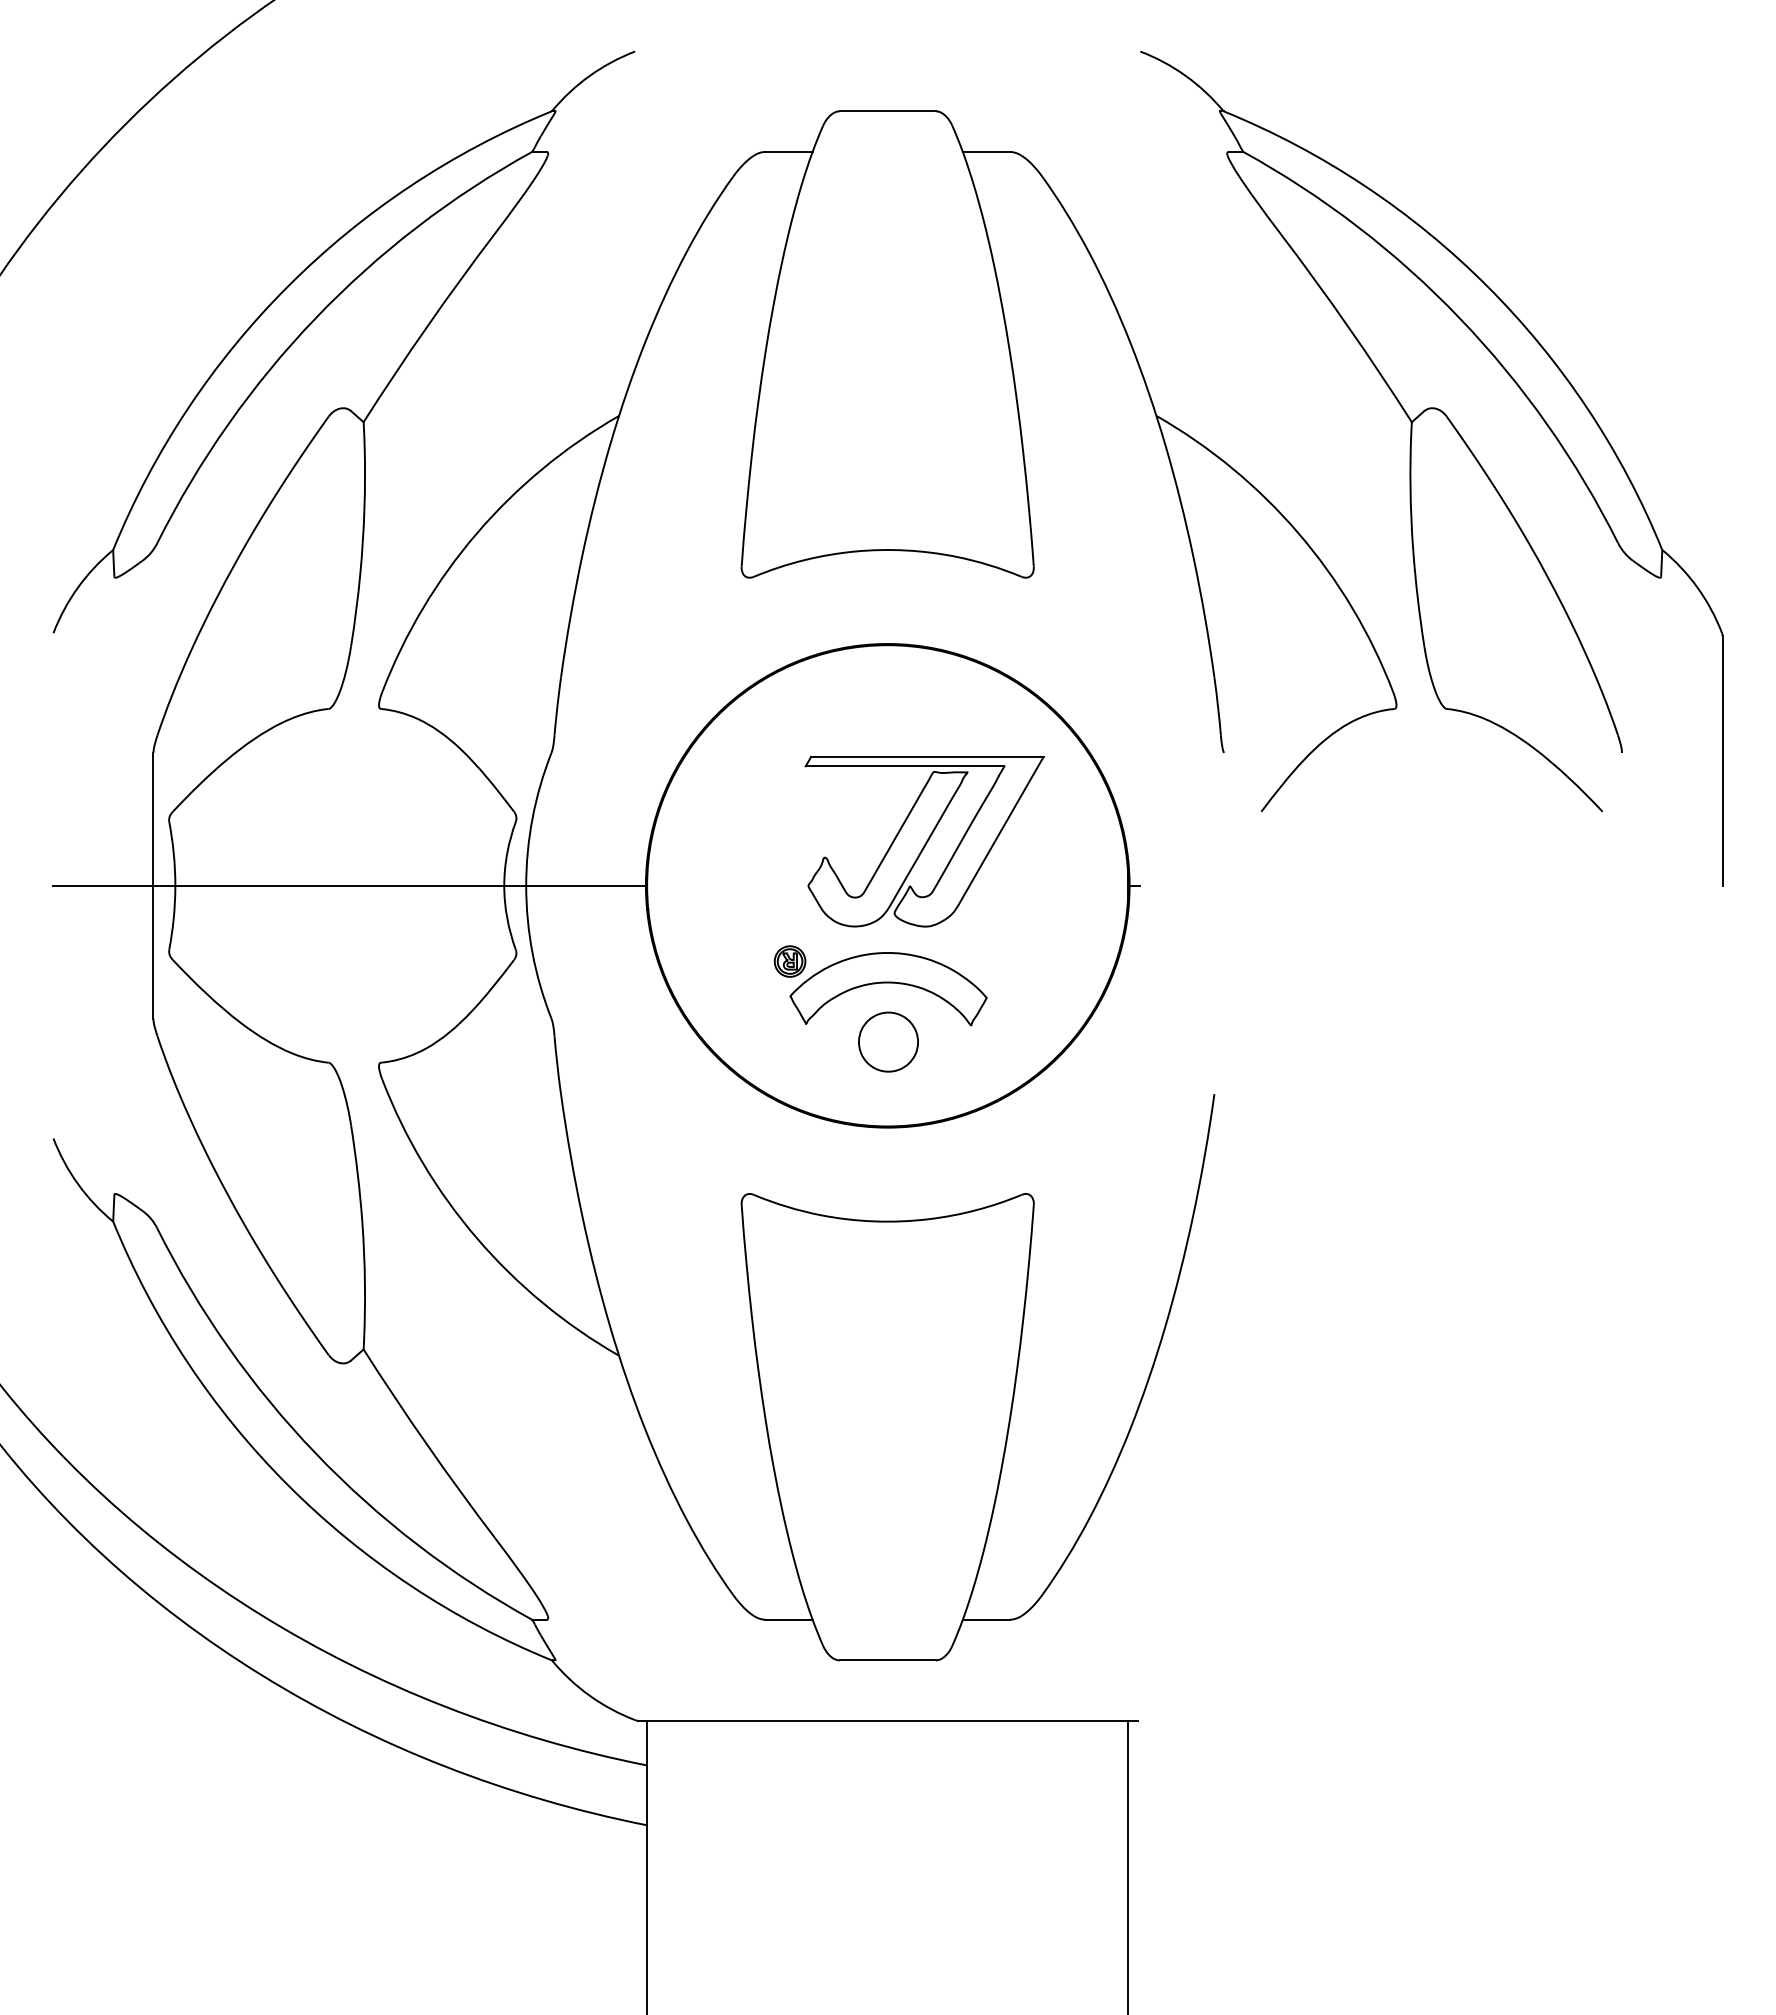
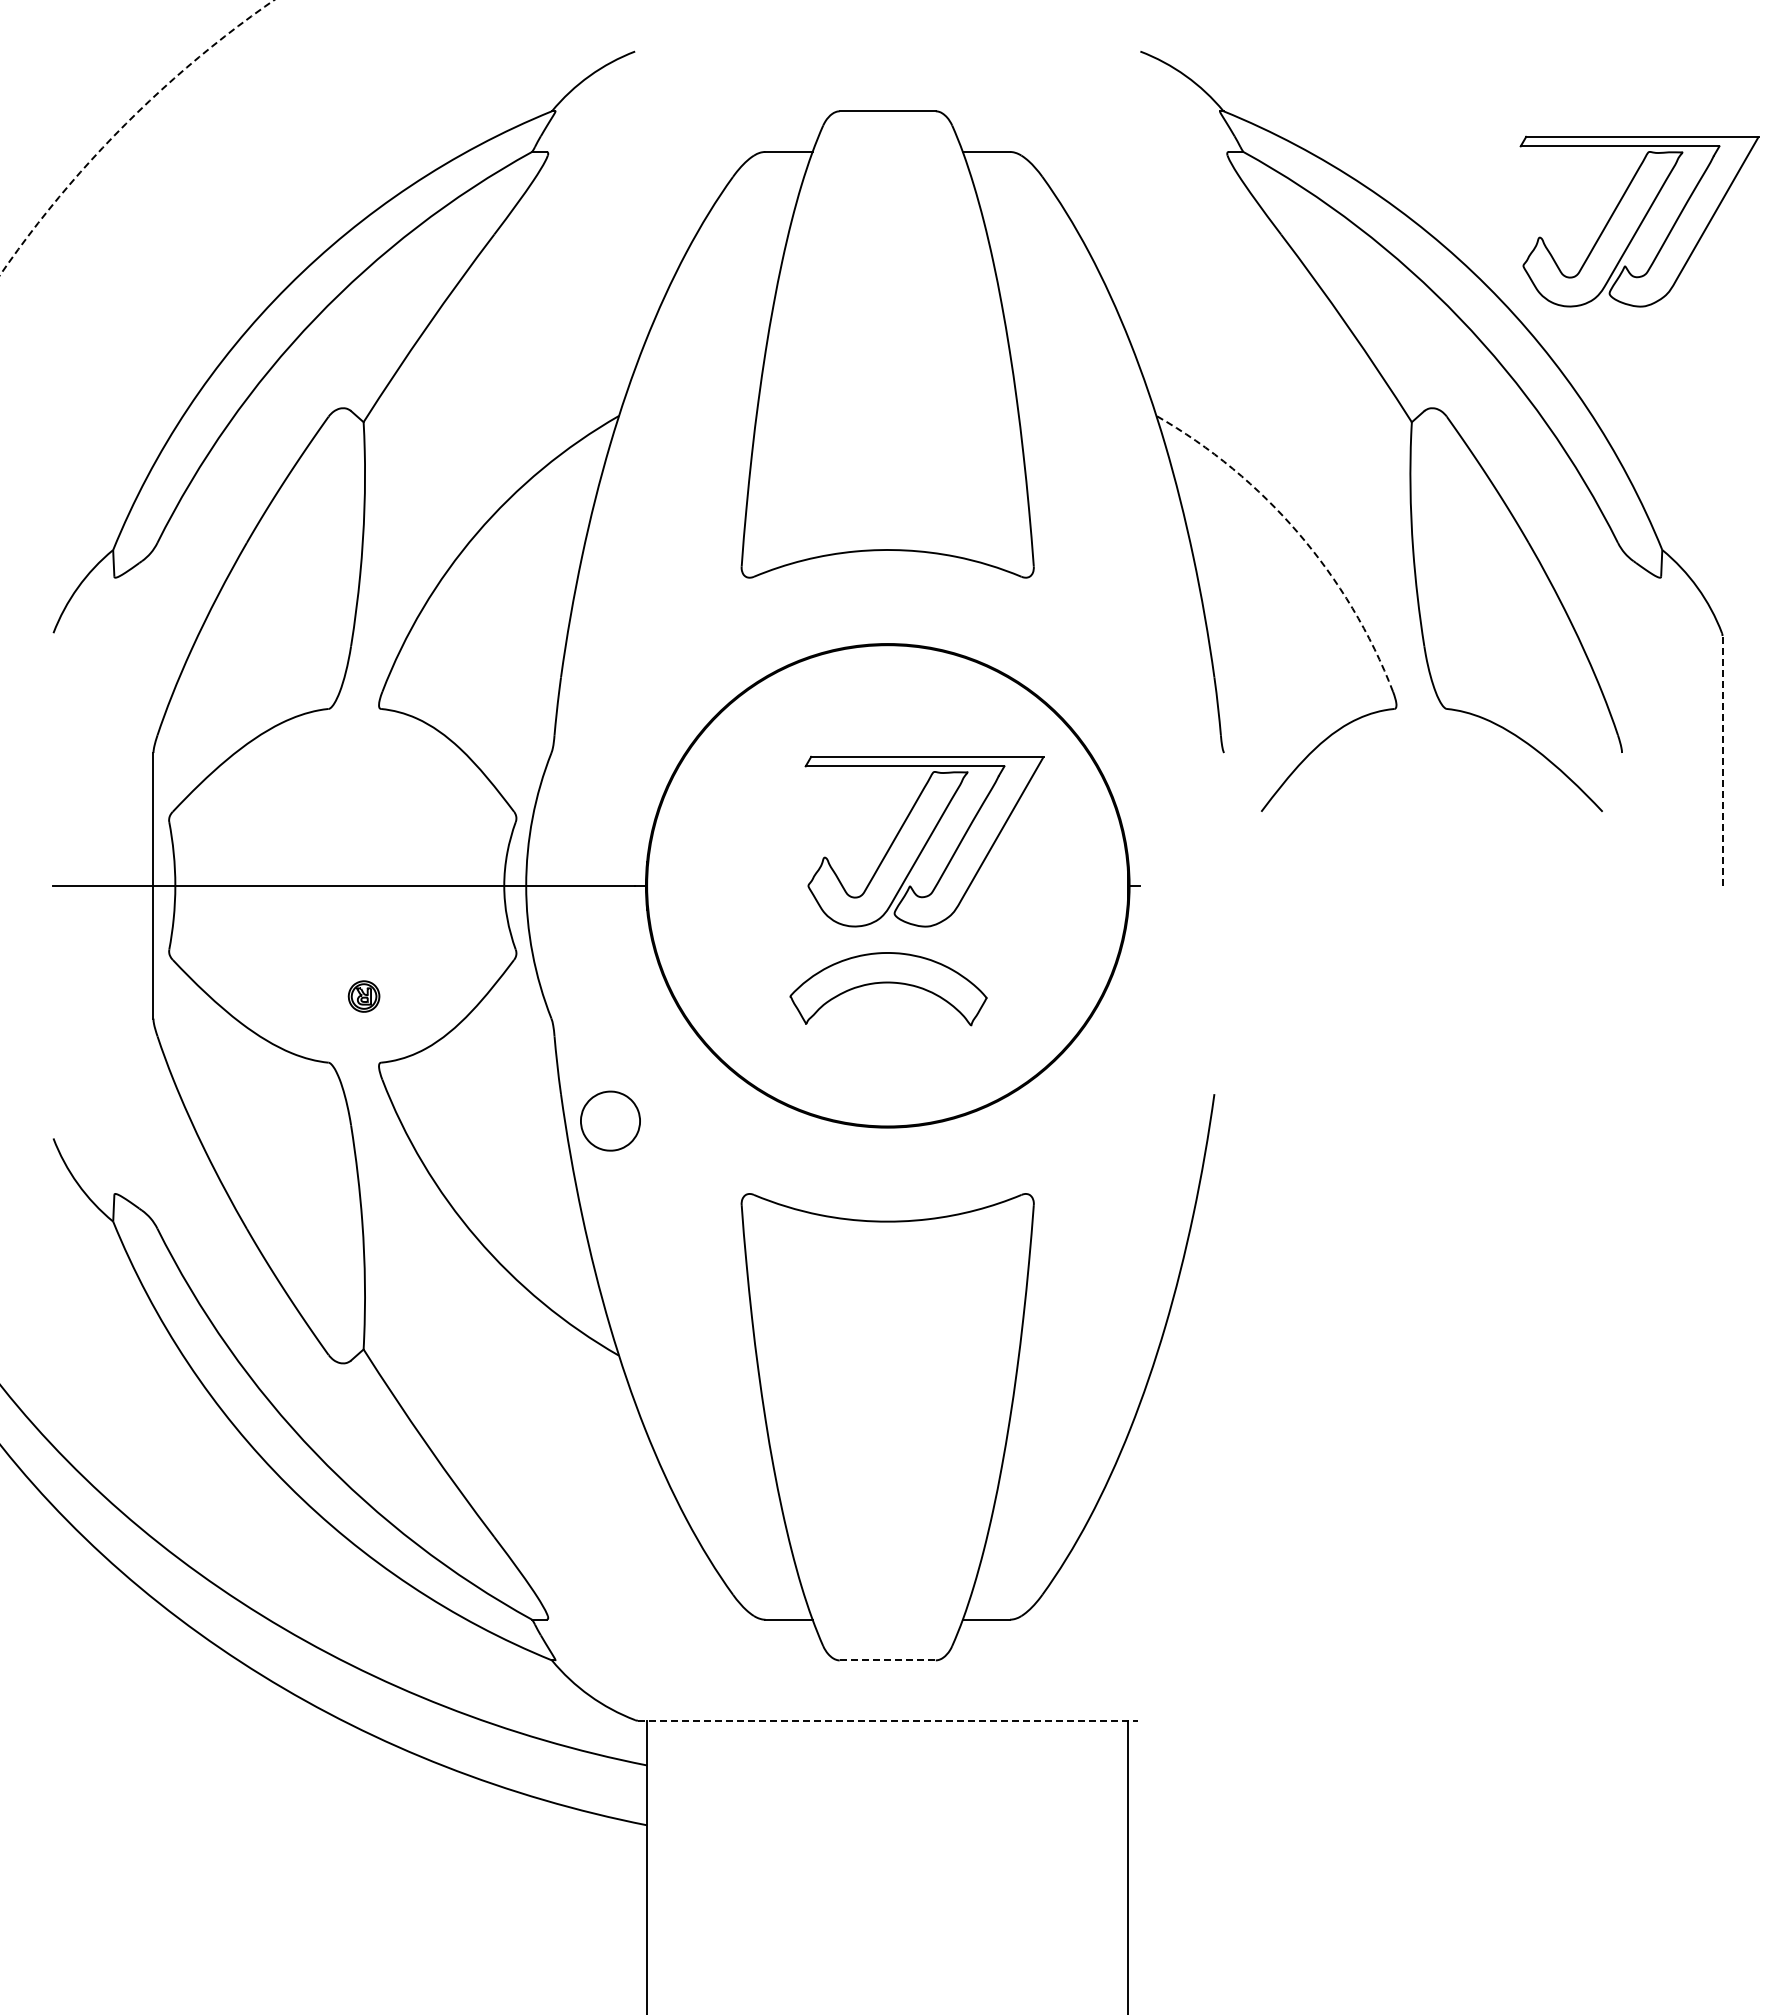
arc at (124, 125): solid -> dashed
part at (1639, 221): none -> present
arc at (1298, 533): solid -> dashed
line at (1722, 760): solid -> dashed
part at (789, 961) position: (789, 961) -> (363, 996)
part at (888, 1041) position: (888, 1041) -> (610, 1120)
line at (888, 1660): solid -> dashed
line at (887, 1720): solid -> dashed
